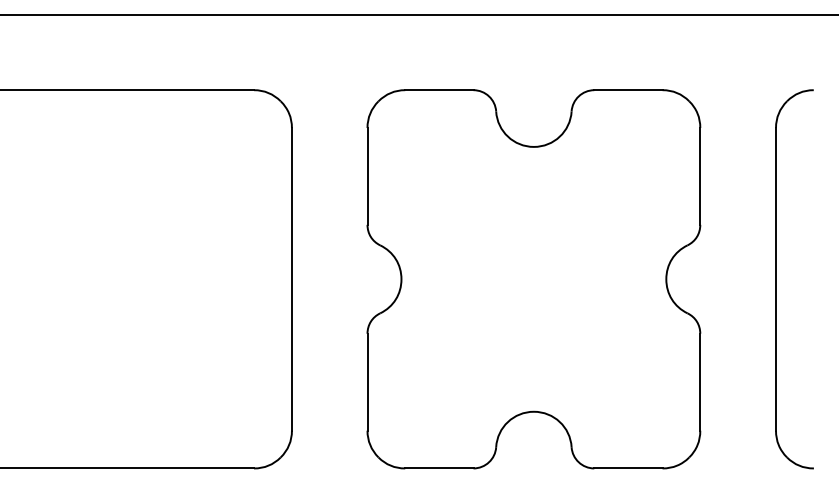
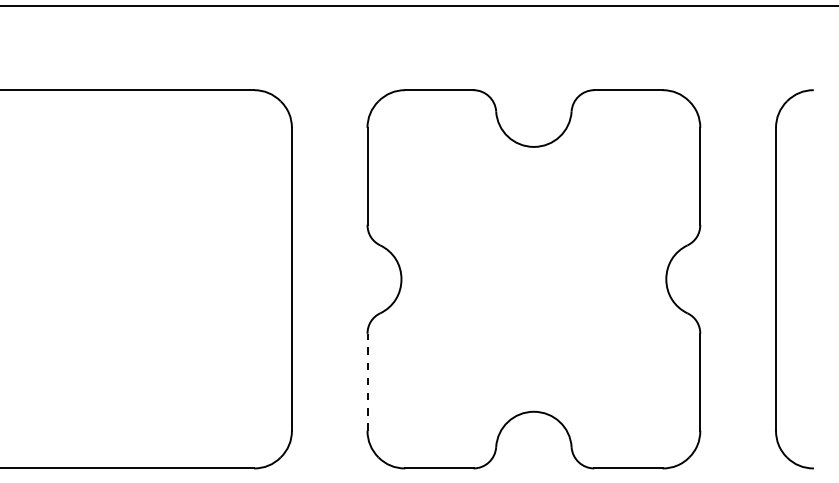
line at (418, 14) position: (418, 14) -> (418, 5)
line at (367, 381): solid -> dashed
